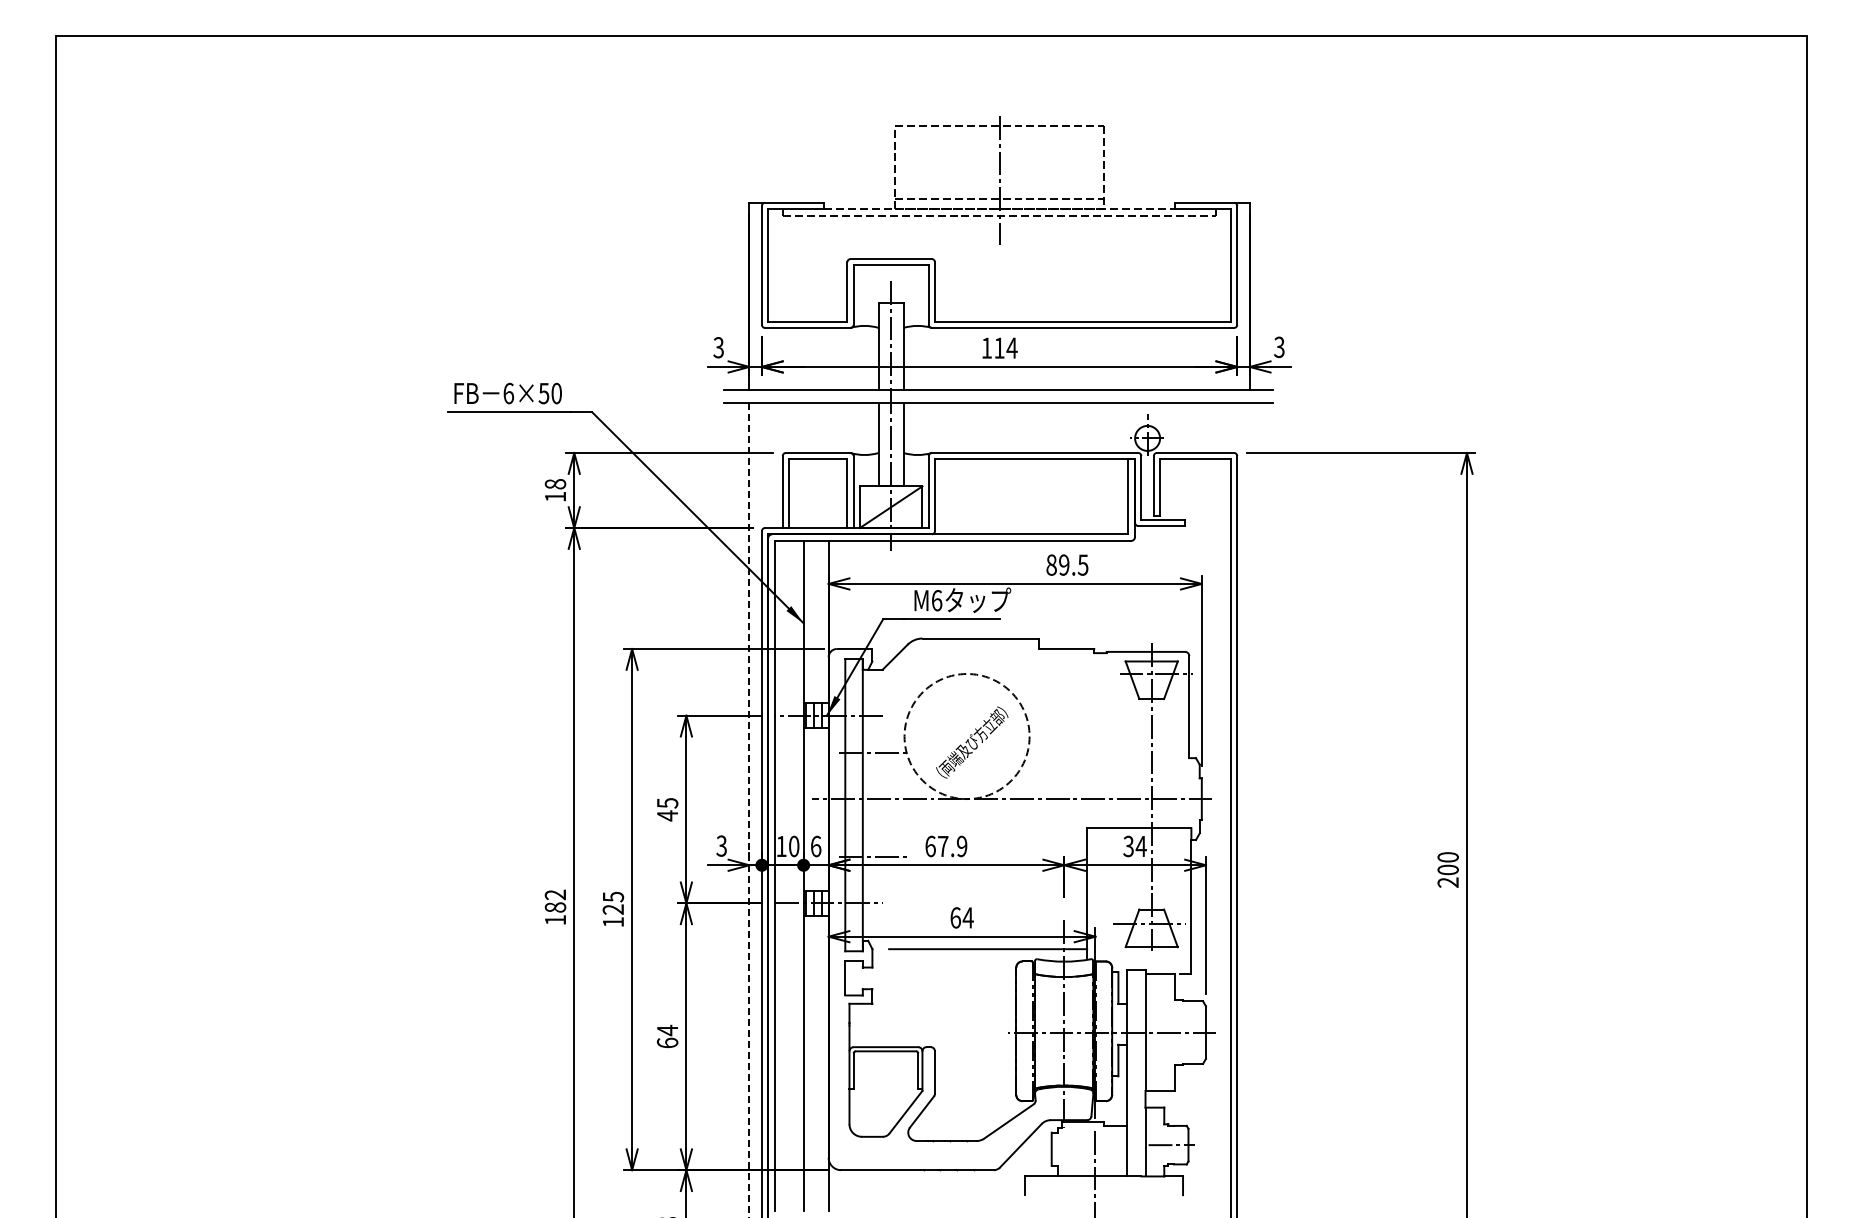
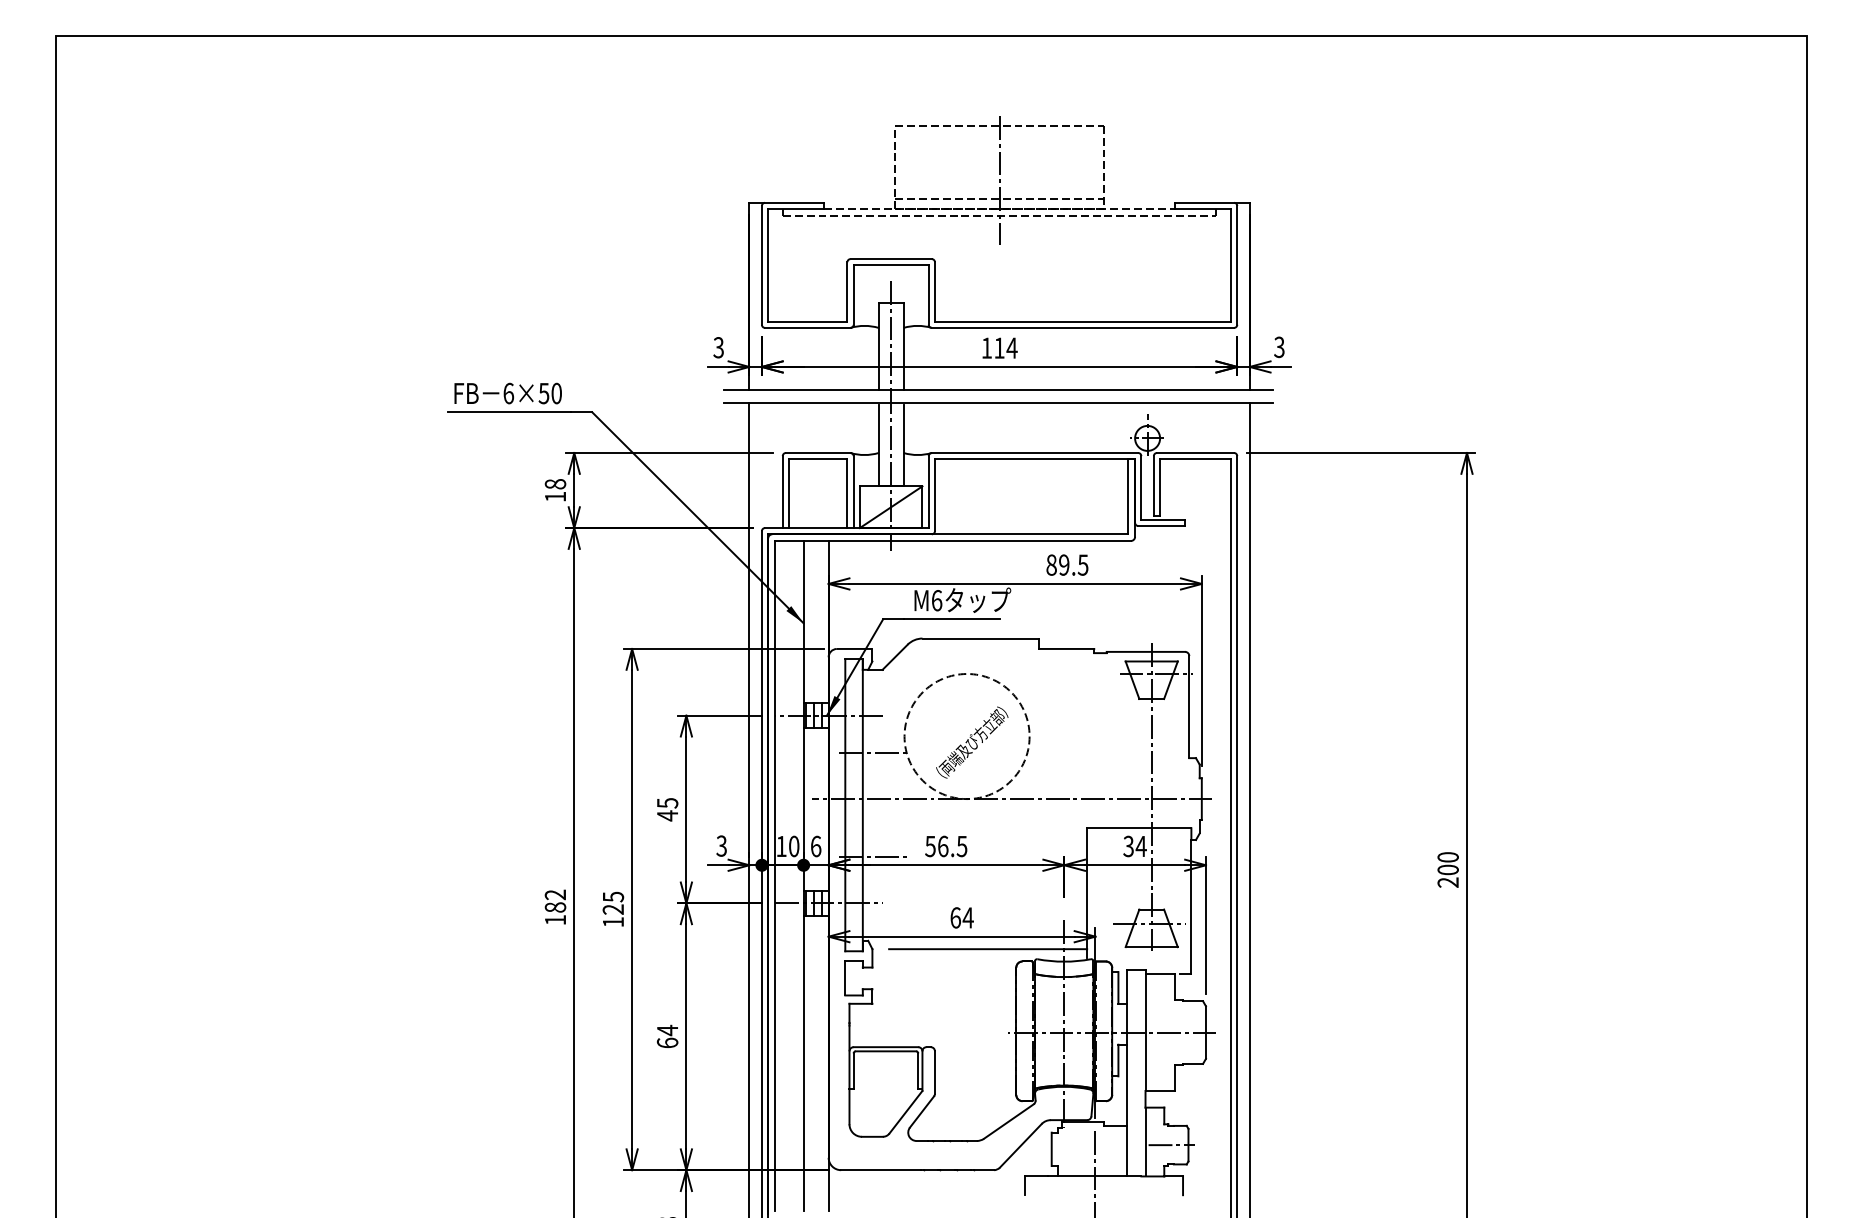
line at (1249, 808): none -> present
line at (749, 810): dashed -> solid
text at (946, 846): 67.9 -> 56.5
